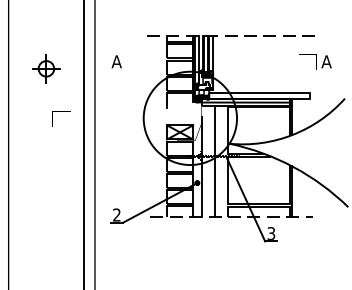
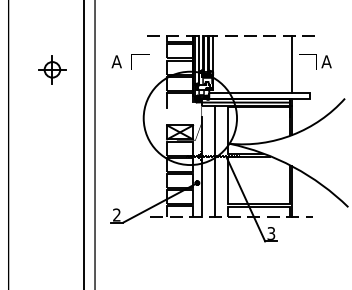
line at (291, 64): none -> present
part at (46, 68) position: (46, 68) -> (52, 69)
line at (61, 111) position: (61, 111) -> (140, 54)
